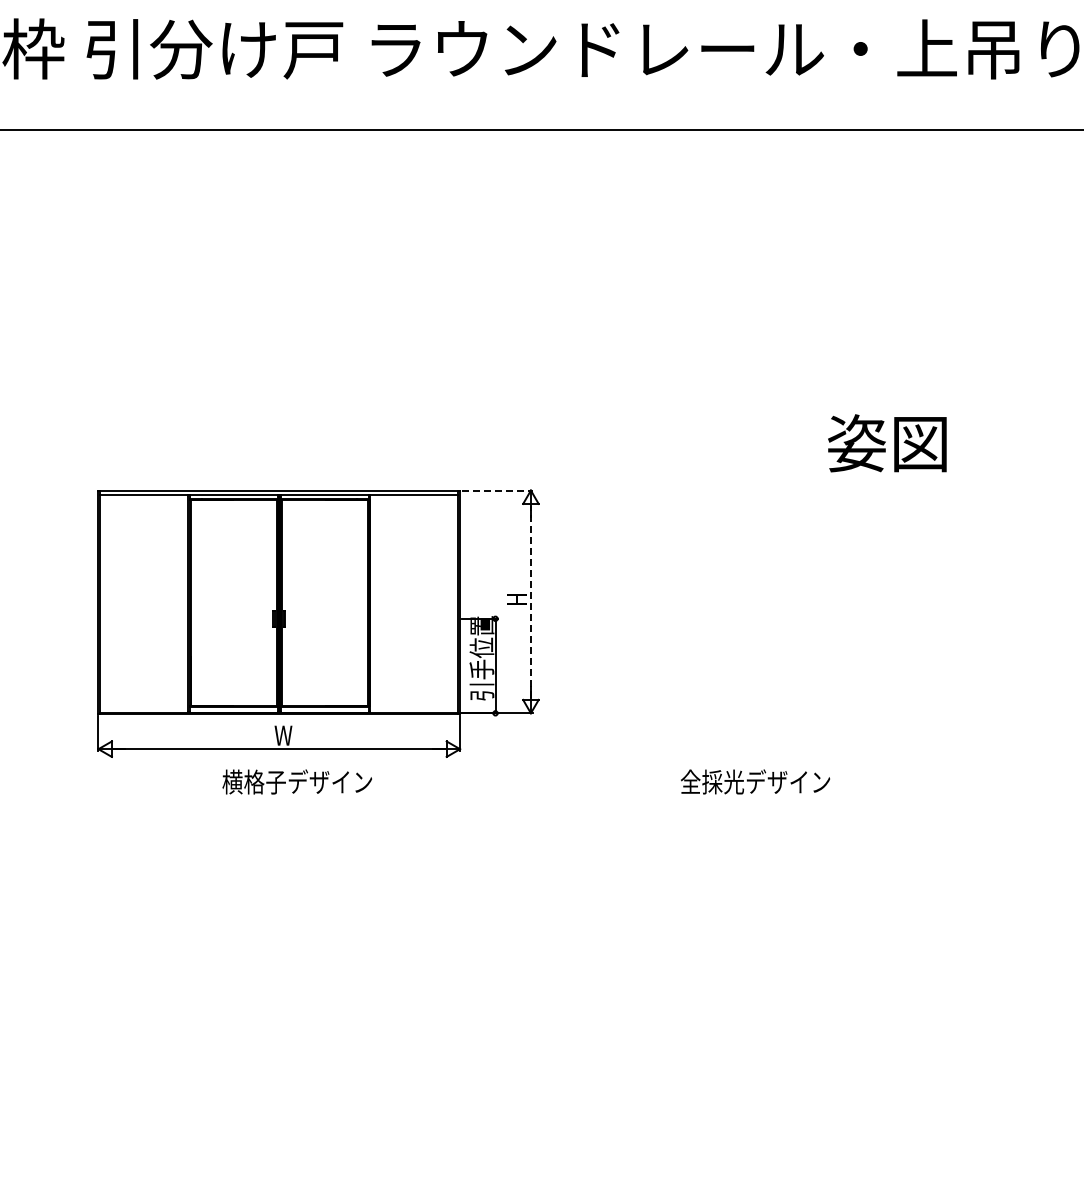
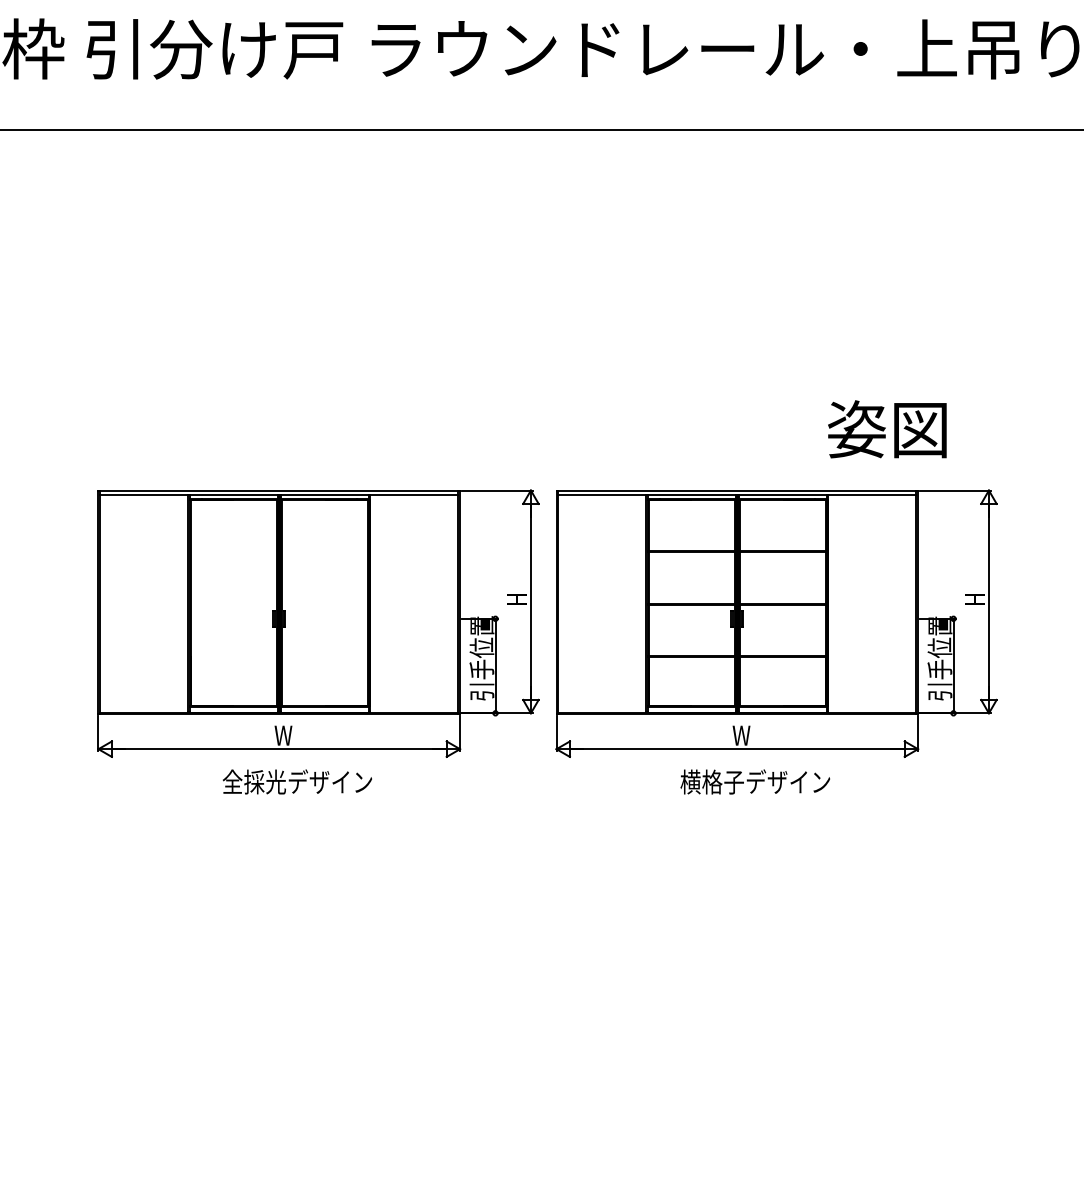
text at (887, 443) position: (887, 443) -> (887, 429)
line at (498, 490): dashed -> solid
line at (530, 601): dashed -> solid
part at (776, 623): none -> present
text at (253, 781): 横格子デザイン -> 全採光デザイン
text at (712, 781): 全採光デザイン -> 横格子デザイン
